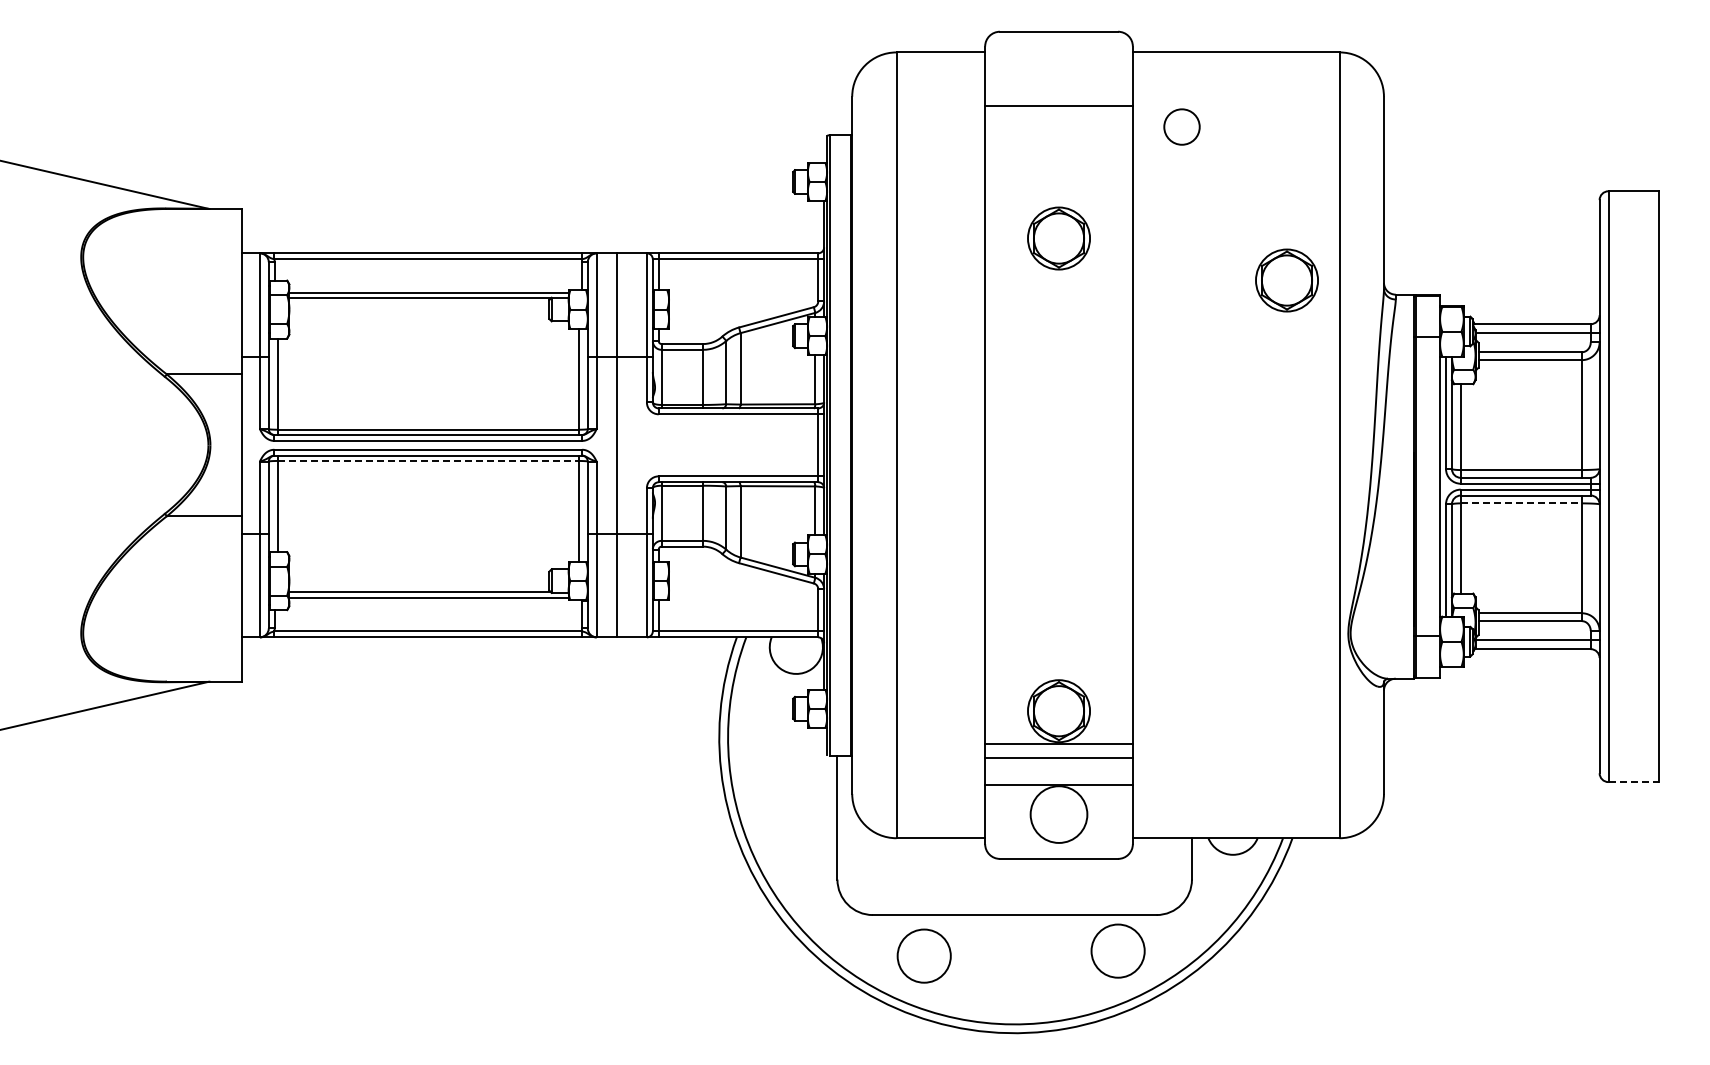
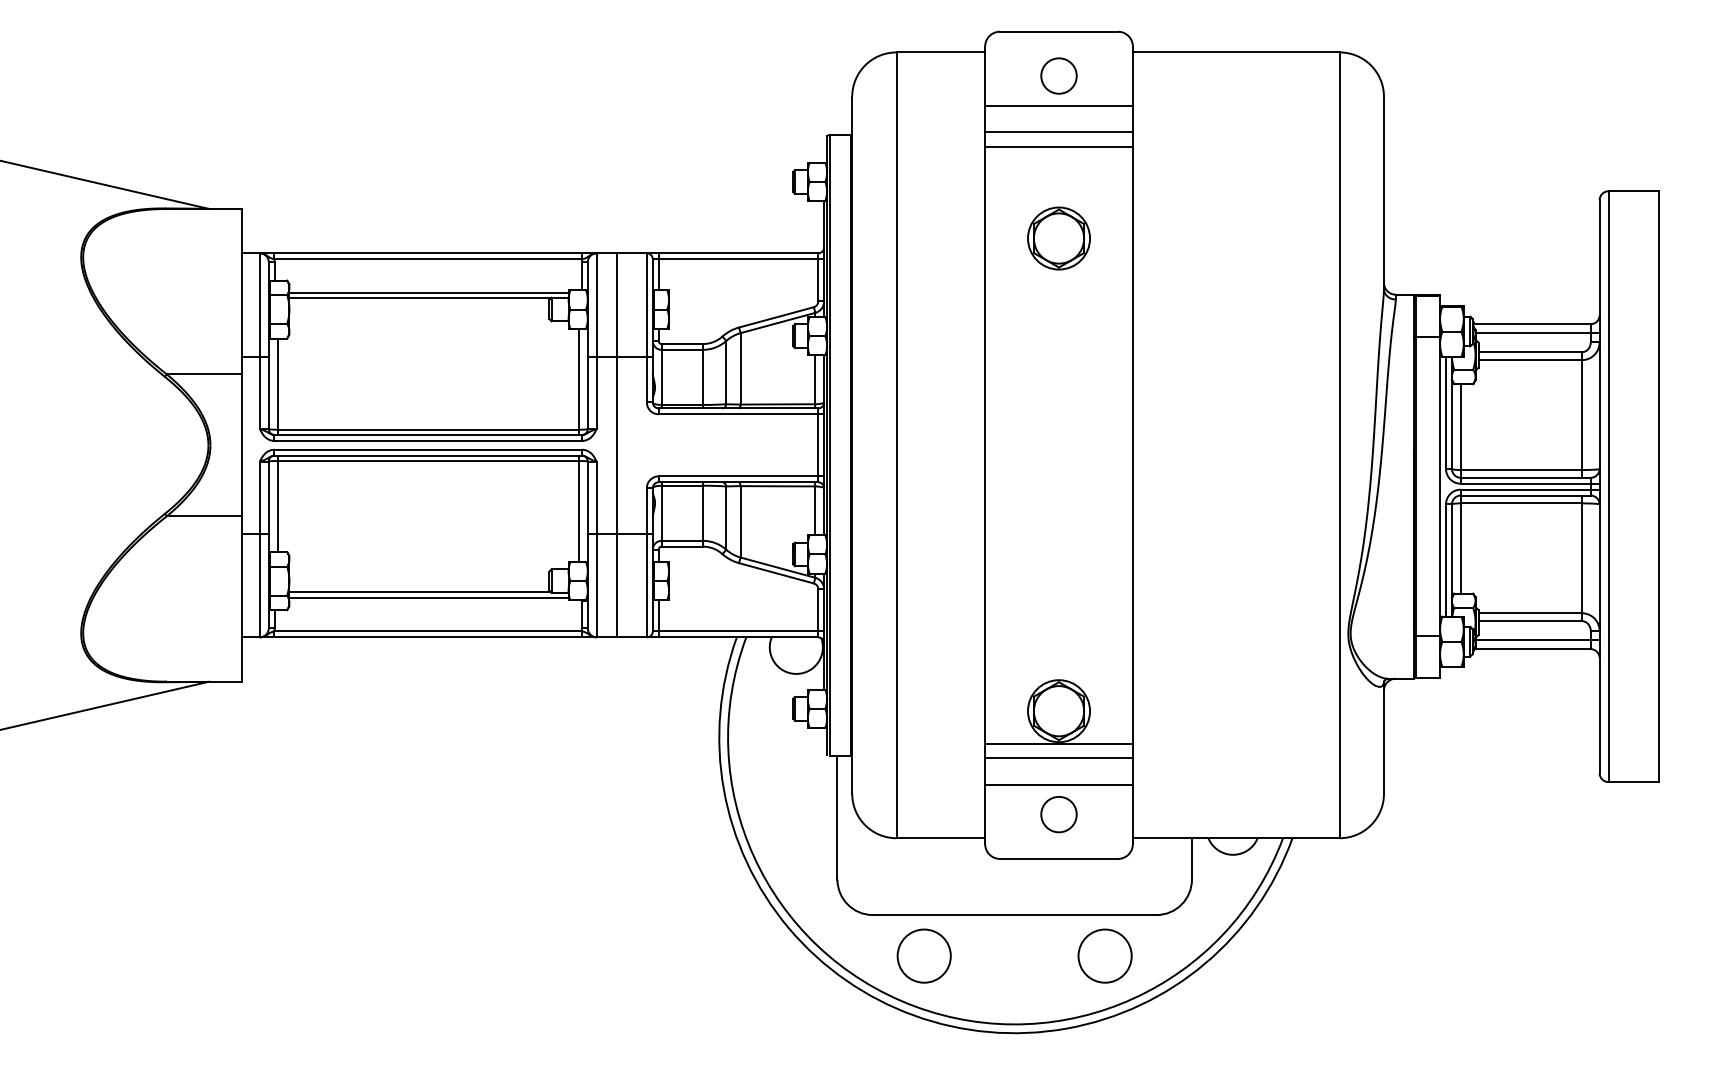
circle at (1181, 126) position: (1181, 126) -> (1058, 75)
line at (1058, 132): none -> present
line at (1058, 146): none -> present
part at (1286, 280): present -> none
line at (428, 460): dashed -> solid
line at (1521, 503): dashed -> solid
line at (1634, 782): dashed -> solid
circle at (1058, 814) diameter: 57 px -> 35 px
circle at (1117, 950) position: (1117, 950) -> (1104, 955)
